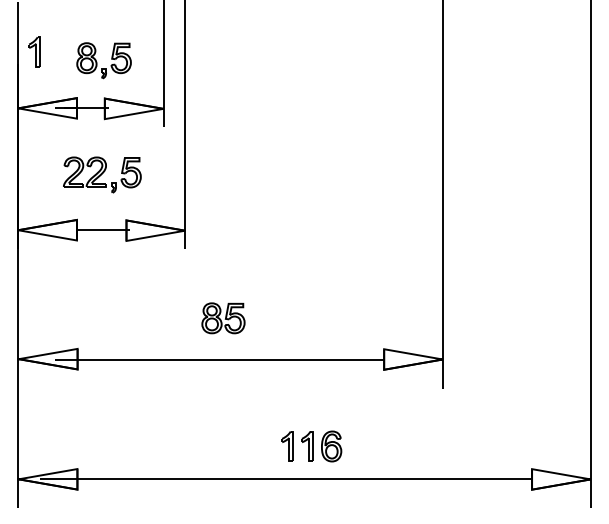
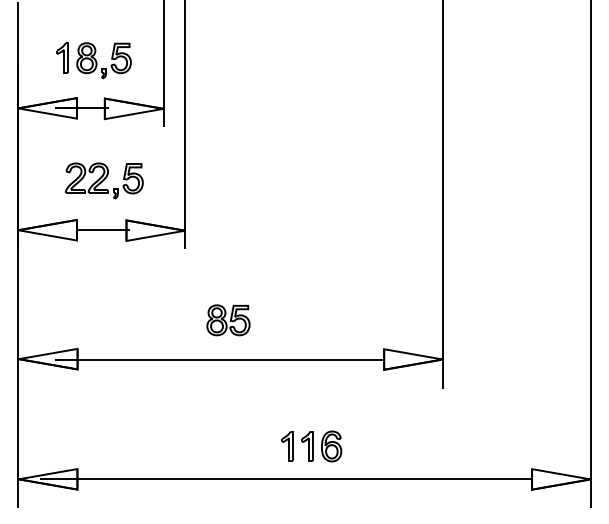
part at (34, 51) position: (34, 51) -> (62, 57)
part at (102, 174) position: (102, 174) -> (104, 180)
part at (223, 318) position: (223, 318) -> (228, 320)
